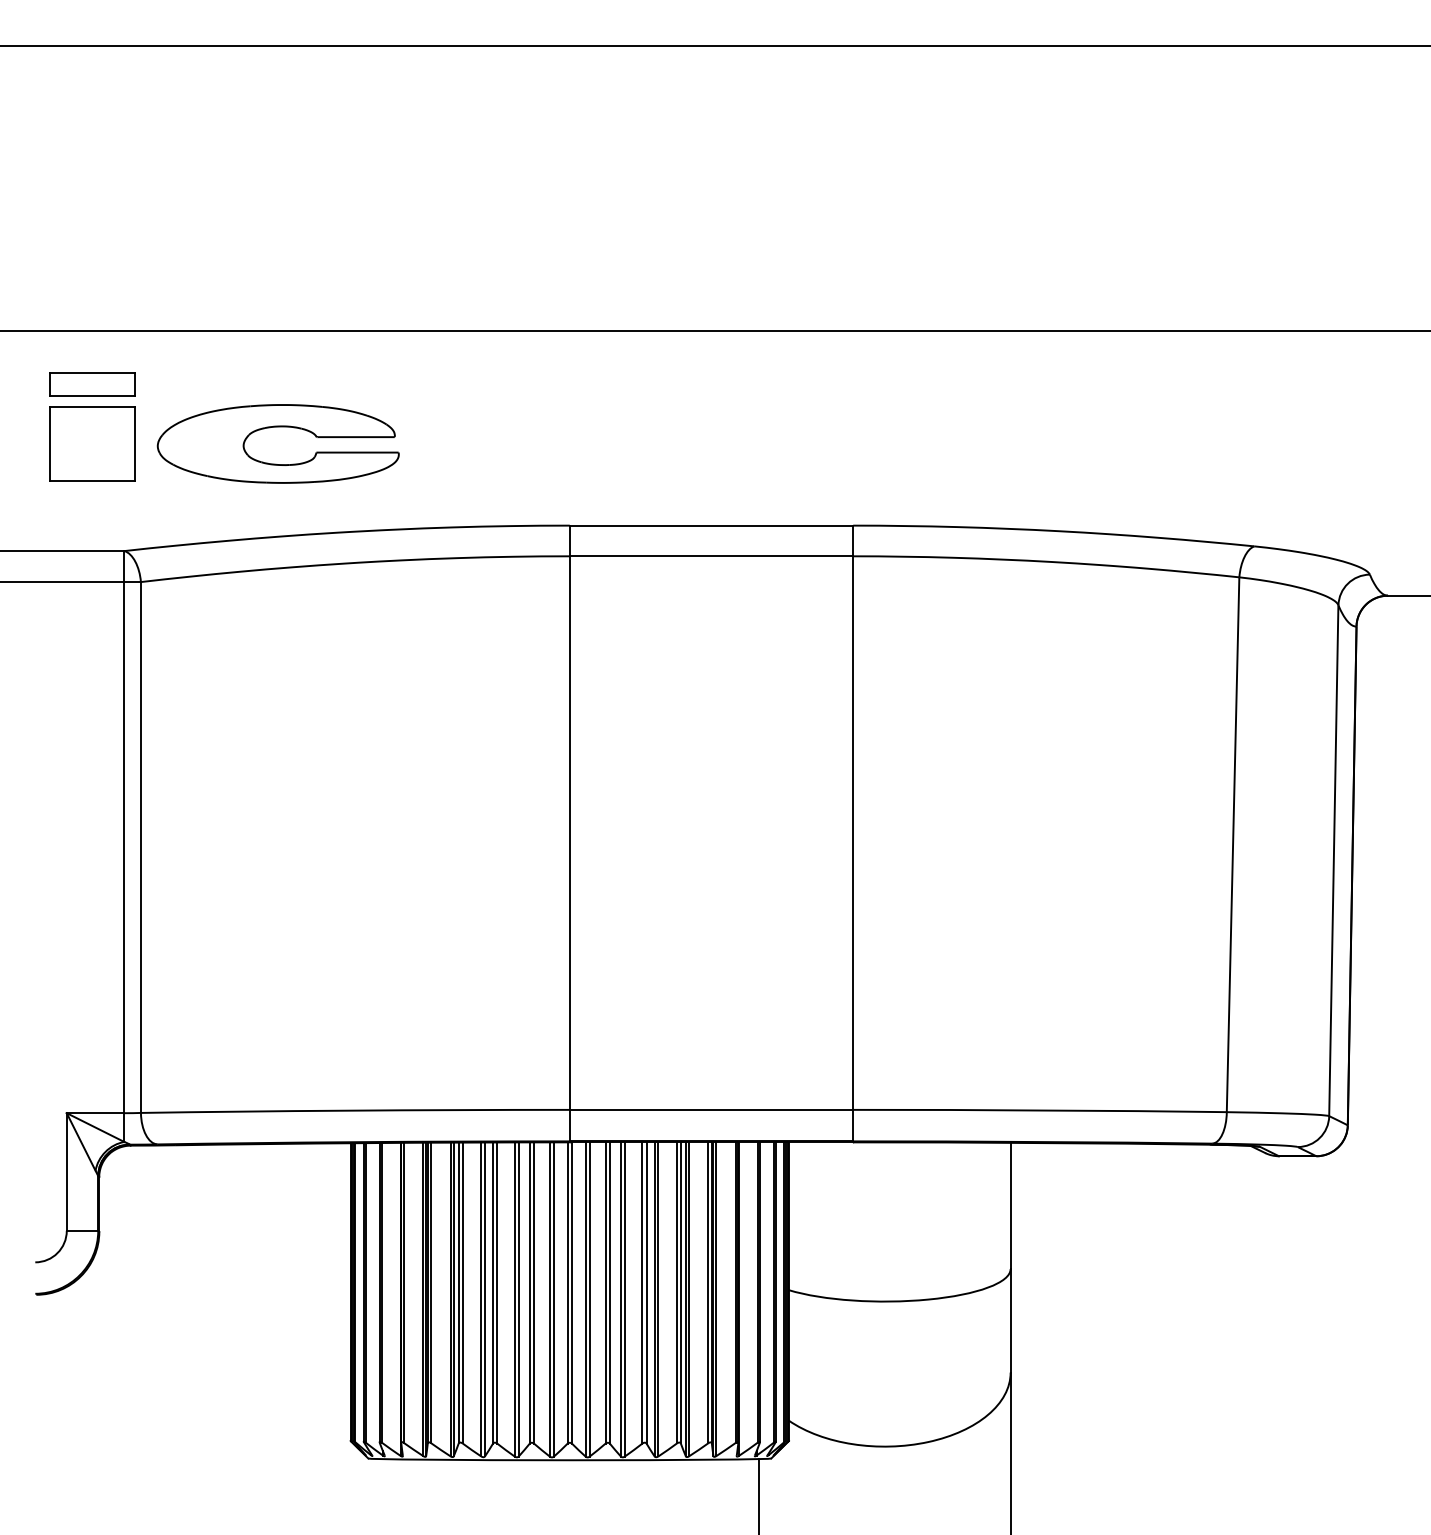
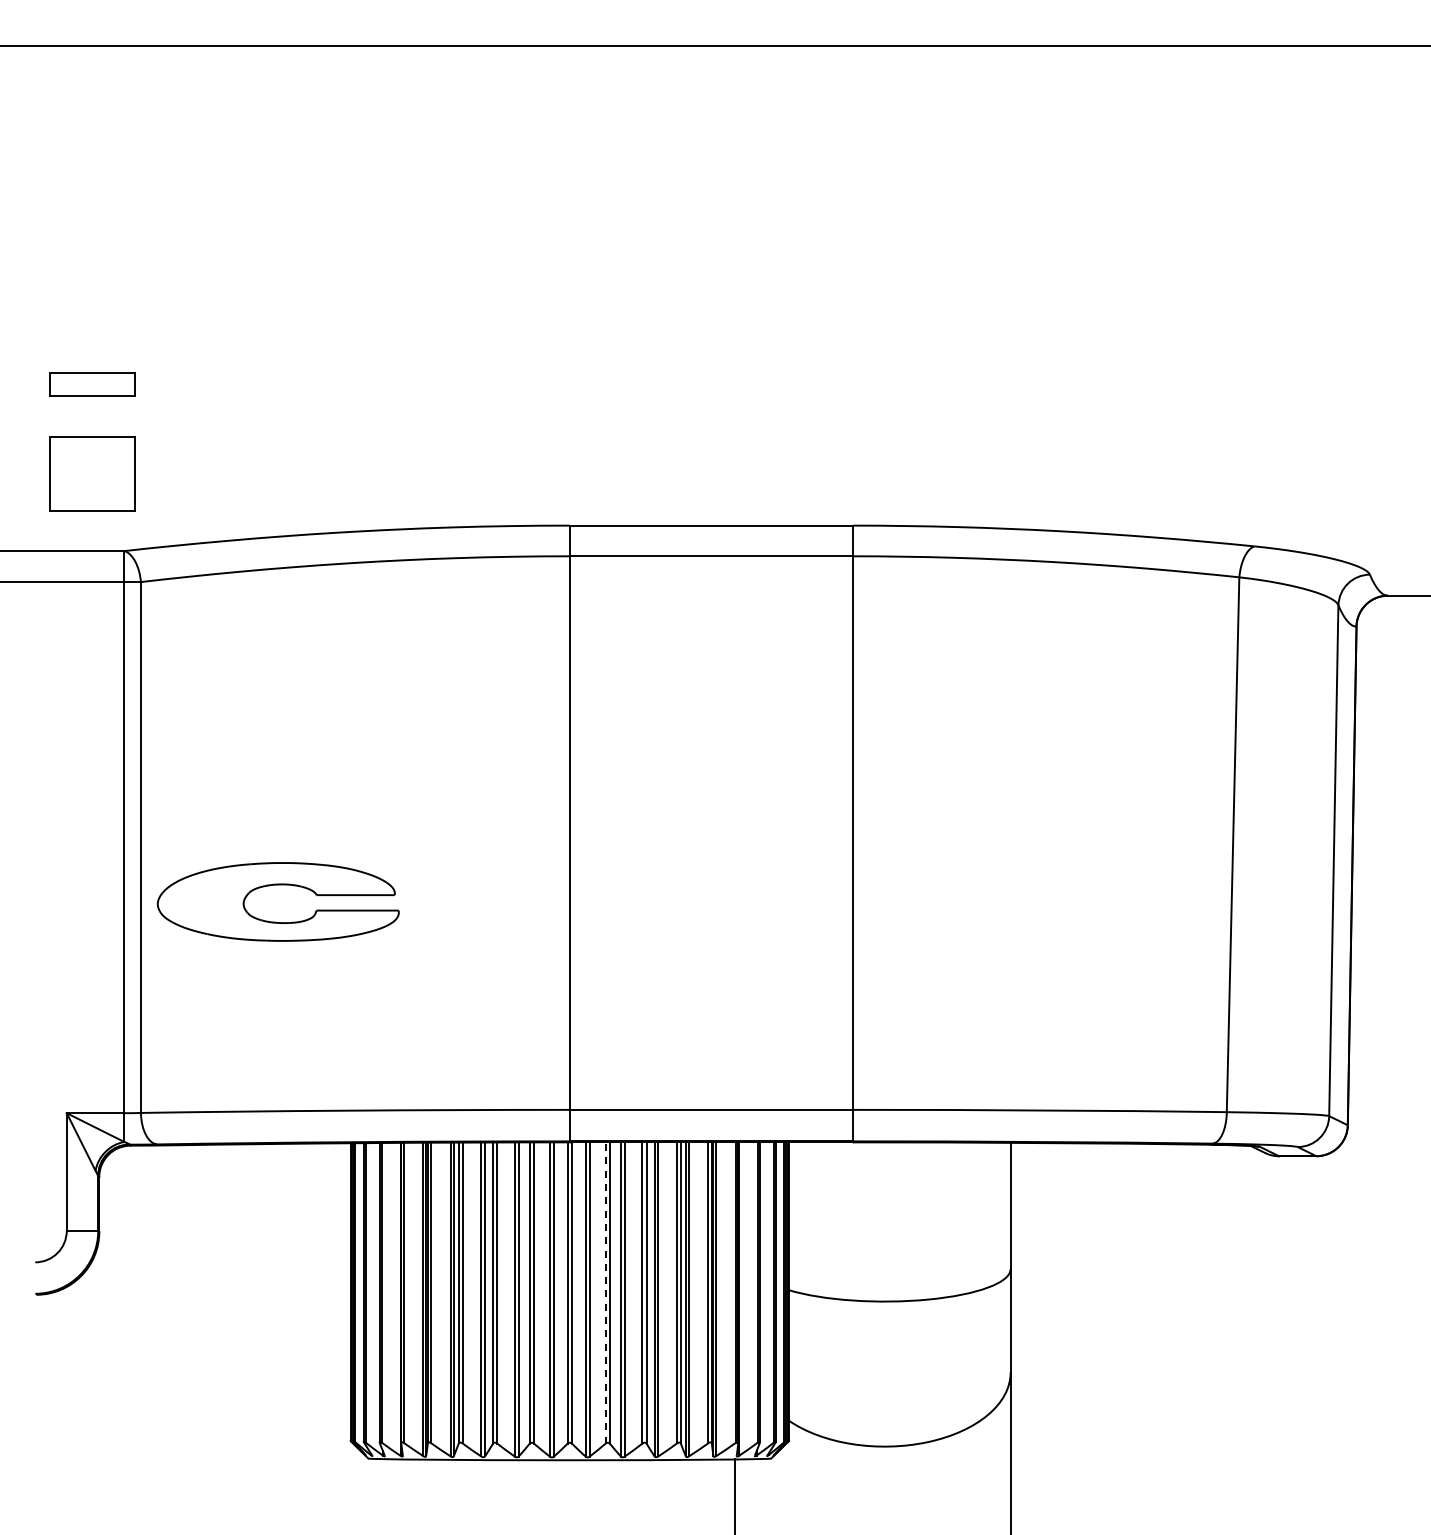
line at (714, 331): present -> none
part at (277, 427) position: (277, 427) -> (277, 885)
part at (92, 443) position: (92, 443) -> (92, 473)
line at (605, 1293): solid -> dashed
line at (758, 1495) position: (758, 1495) -> (734, 1495)
